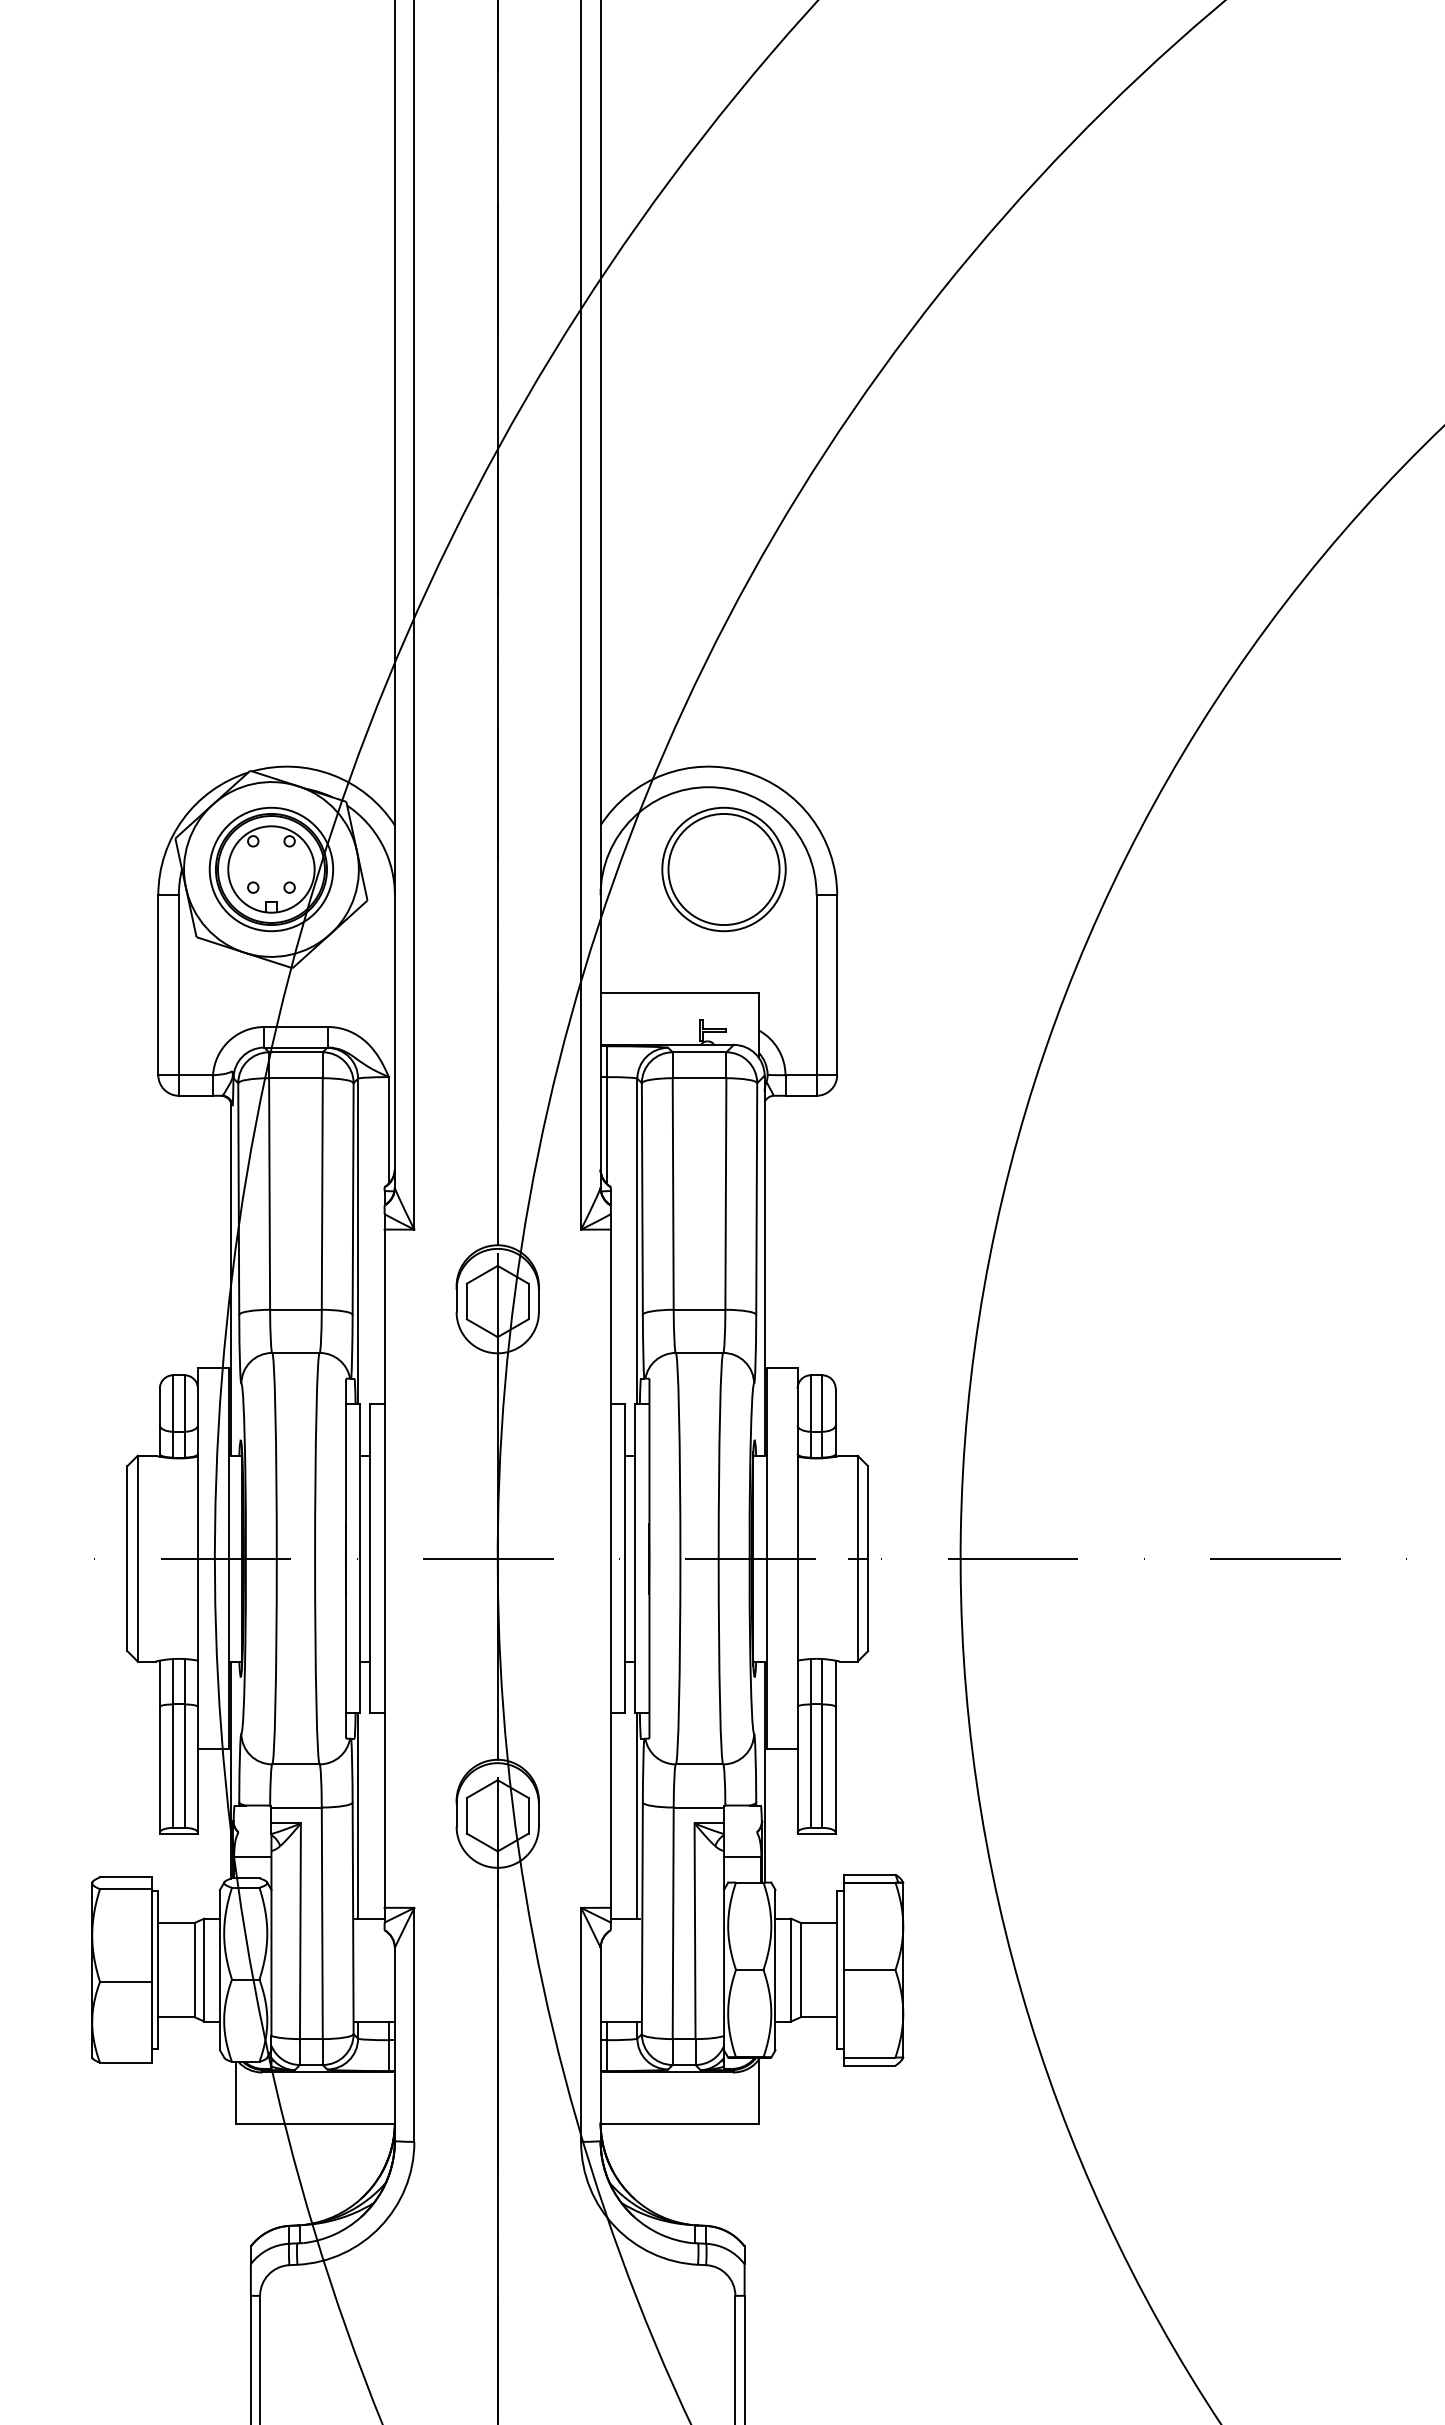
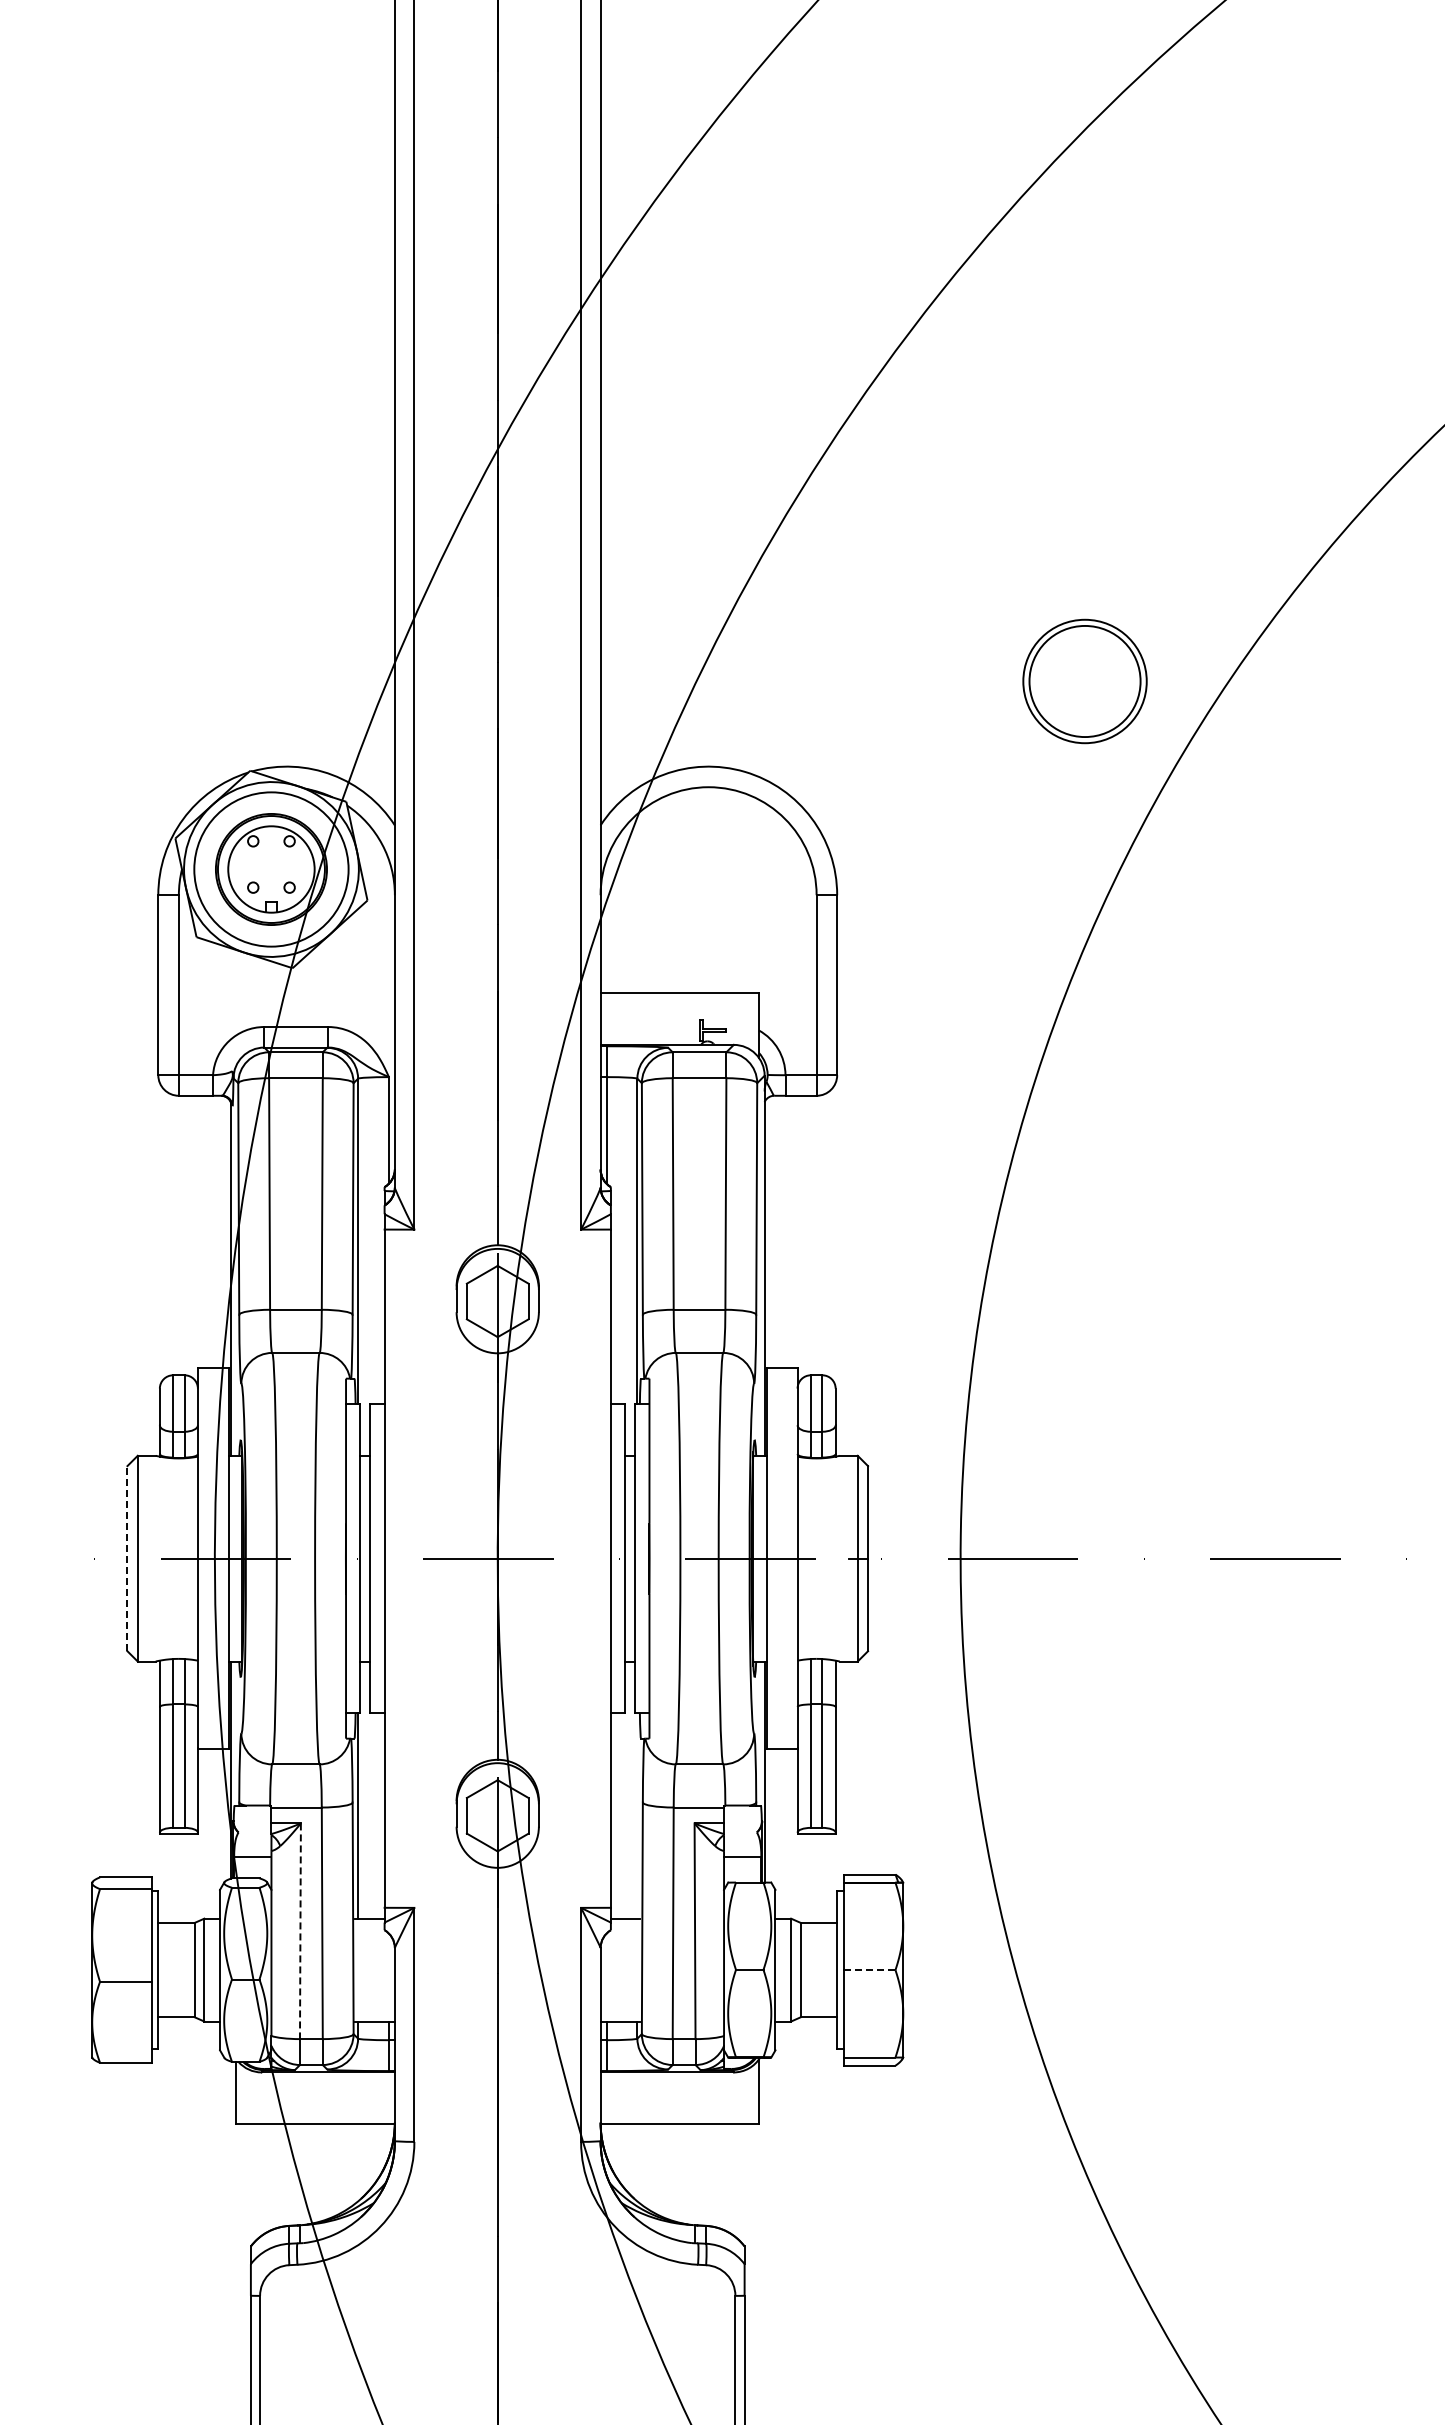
circle at (271, 869) diameter: 123 px -> 154 px
part at (723, 869) position: (723, 869) -> (1084, 681)
line at (127, 1558): solid -> dashed
line at (637, 1815): present -> none
line at (300, 1931): solid -> dashed
line at (869, 1970): solid -> dashed
